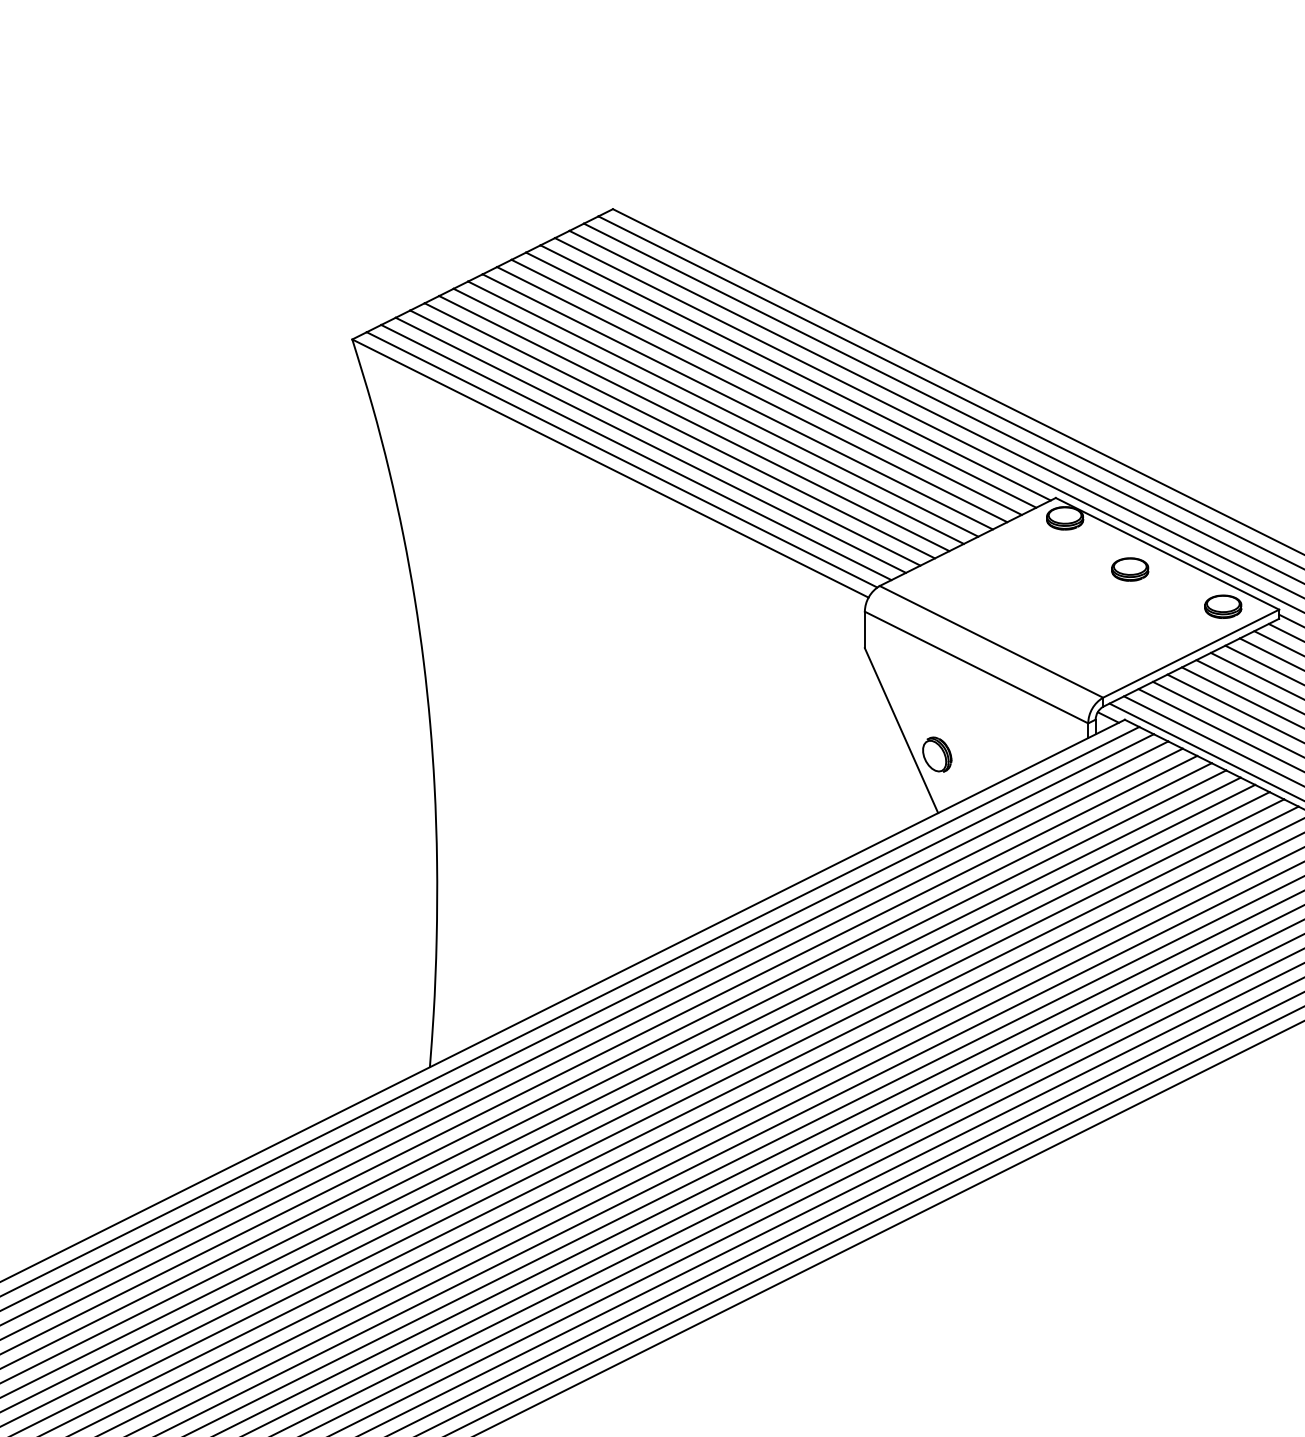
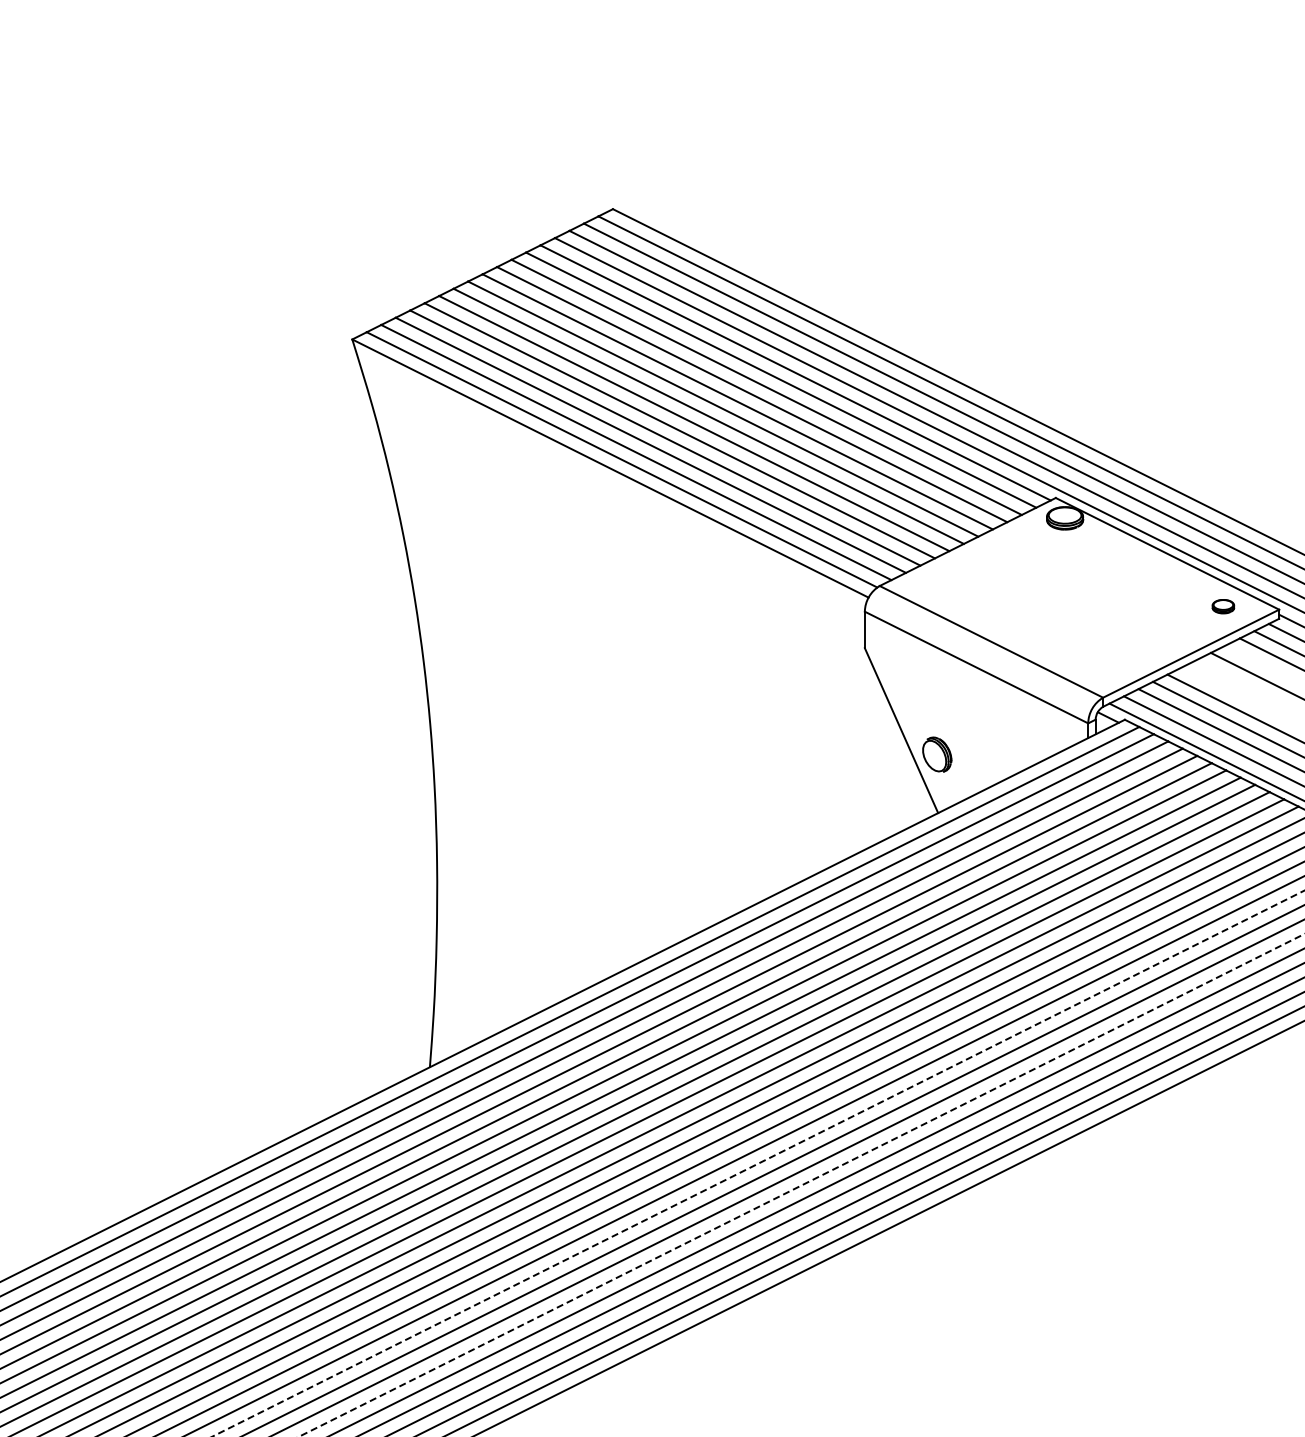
part at (1130, 569): present -> none
part at (1223, 606) size: 39x25 px -> 25x16 px
line at (1263, 664): present -> none
line at (1248, 686): present -> none
line at (1241, 697): present -> none
line at (757, 1163): solid -> dashed
line at (801, 1185): solid -> dashed
